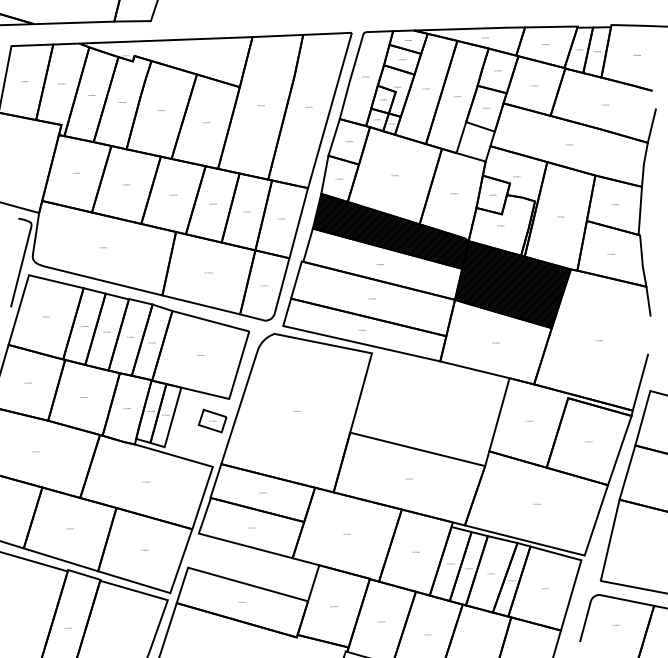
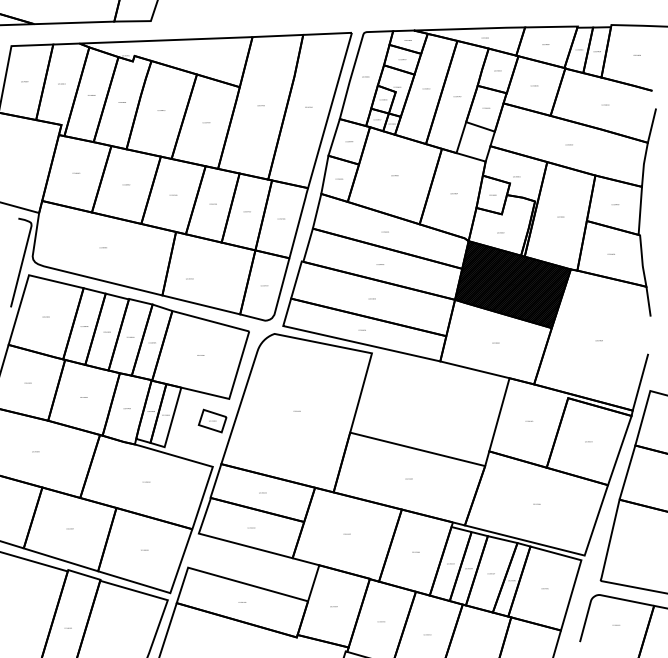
text at (500, 225) position: (500, 225) -> (500, 232)
hatch at (390, 231): present -> none
text at (208, 272) position: (208, 272) -> (189, 278)
